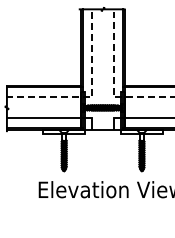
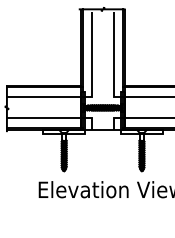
line at (113, 85): dashed -> solid
line at (92, 97): dashed -> solid
